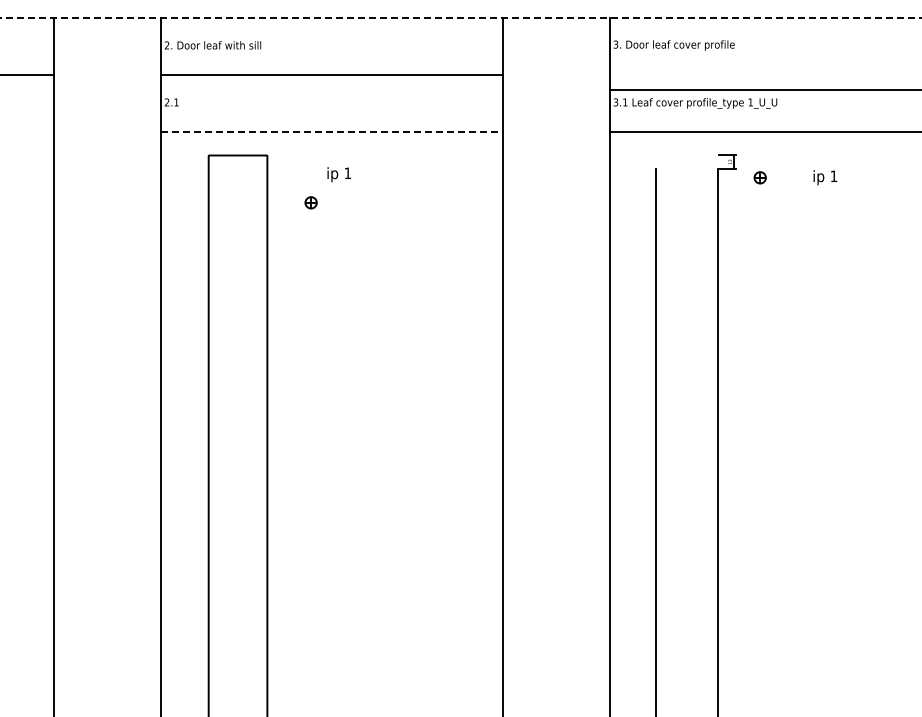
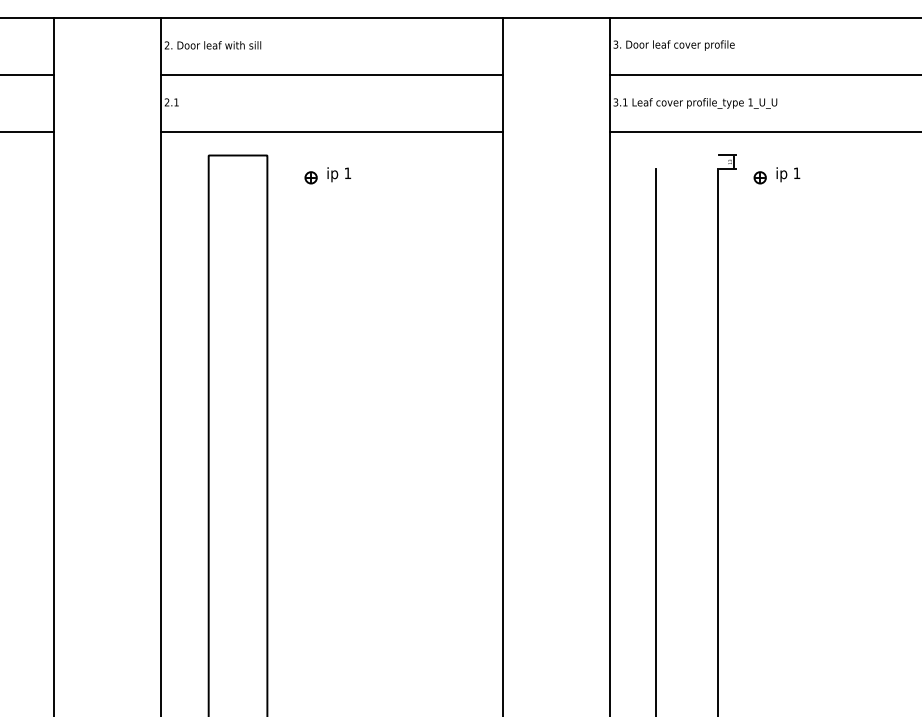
line at (461, 17): dashed -> solid
line at (763, 89) position: (763, 89) -> (763, 74)
line at (28, 131): none -> present
line at (331, 131): dashed -> solid
text at (825, 177) position: (825, 177) -> (788, 174)
part at (310, 202) position: (310, 202) -> (310, 177)
